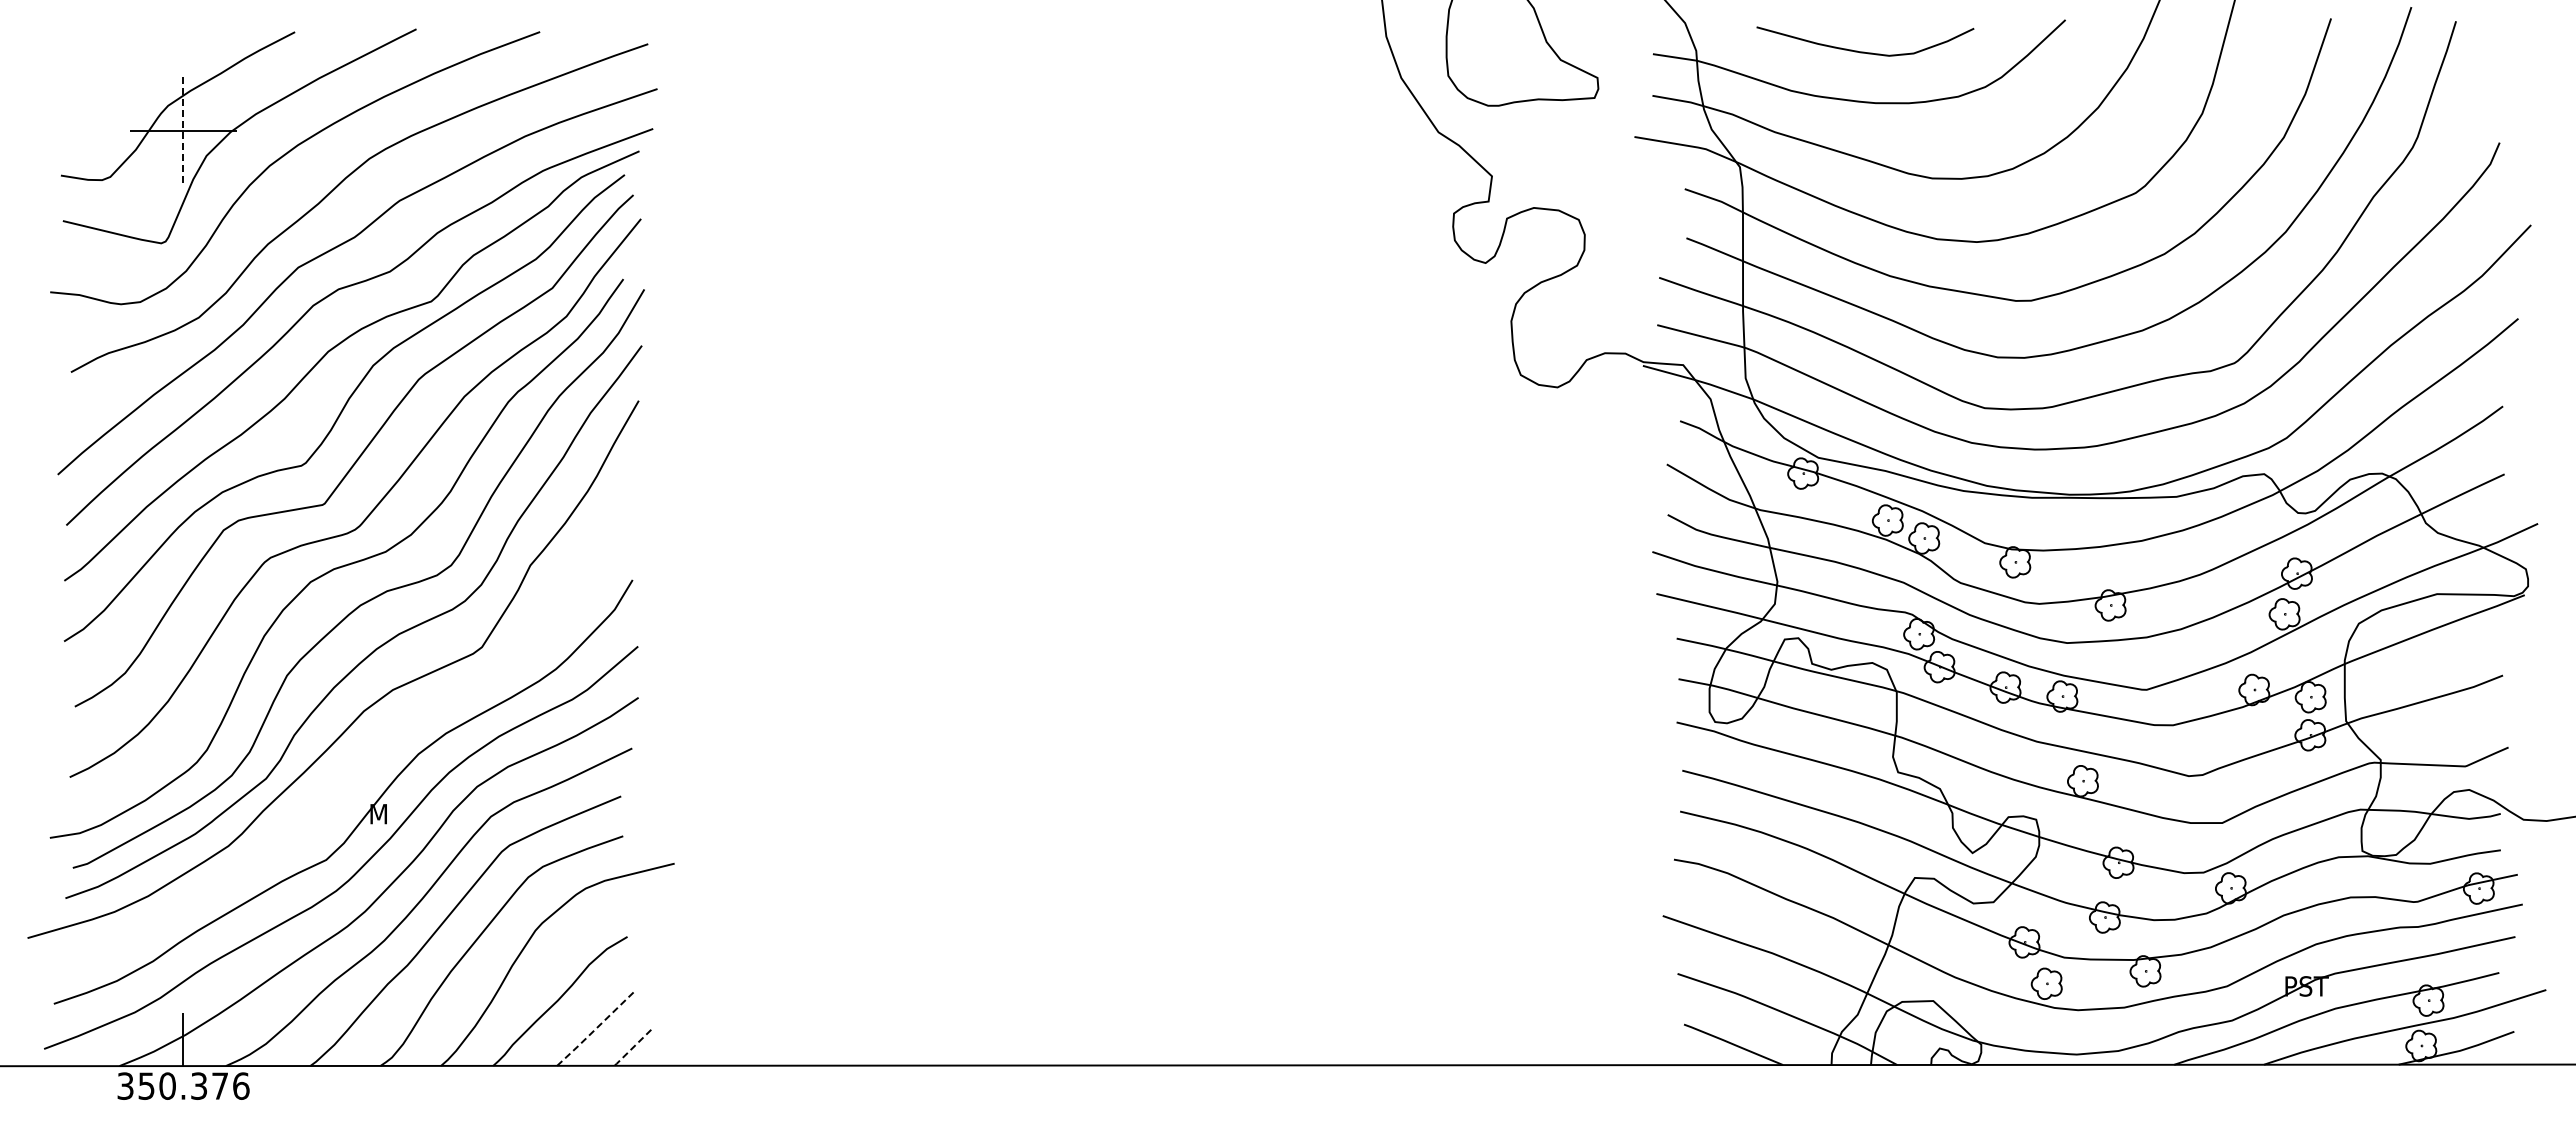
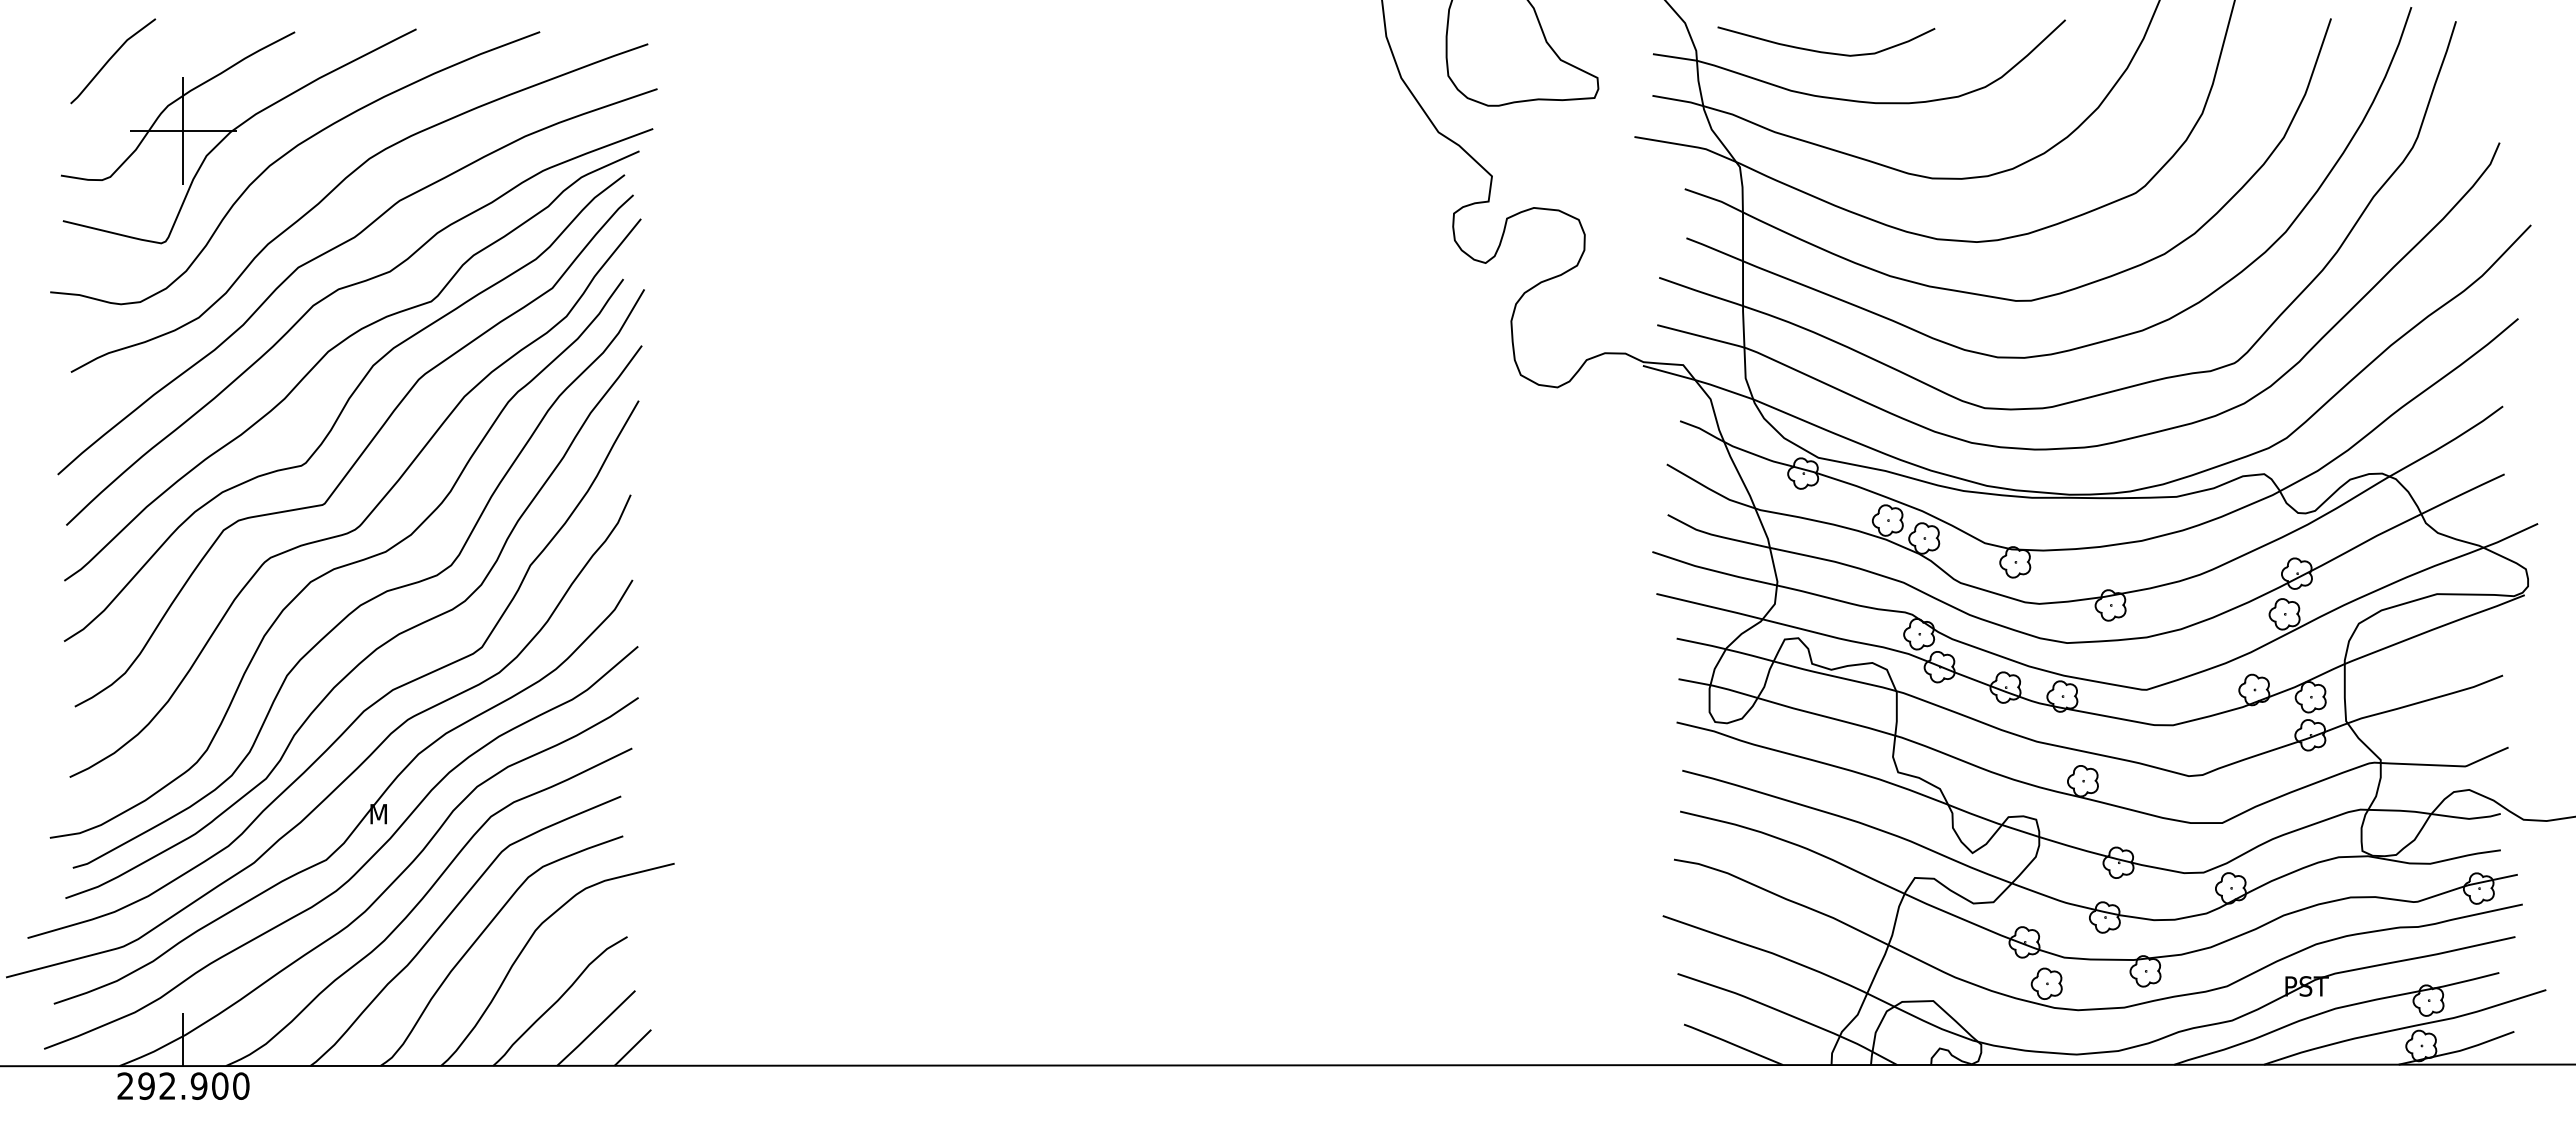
curve at (1864, 51) position: (1864, 51) -> (1825, 51)
curve at (110, 60): none -> present
line at (183, 130): dashed -> solid
curve at (353, 770): none -> present
line at (595, 1029): dashed -> solid
line at (632, 1048): dashed -> solid
text at (183, 1085): 350.376 -> 292.900
